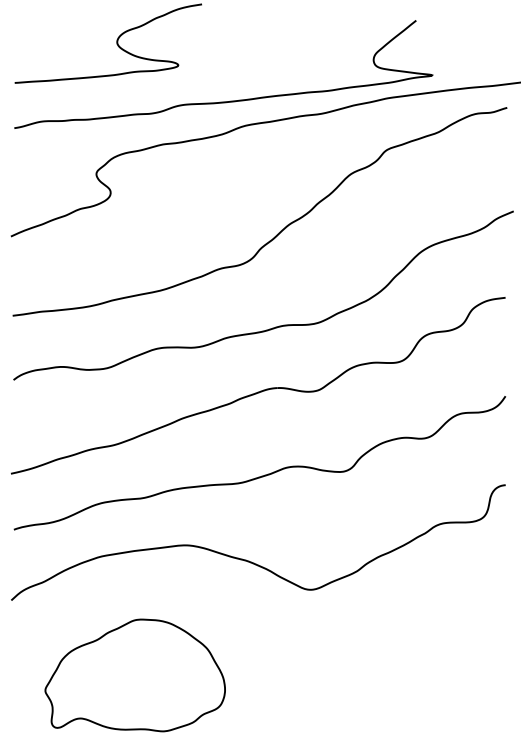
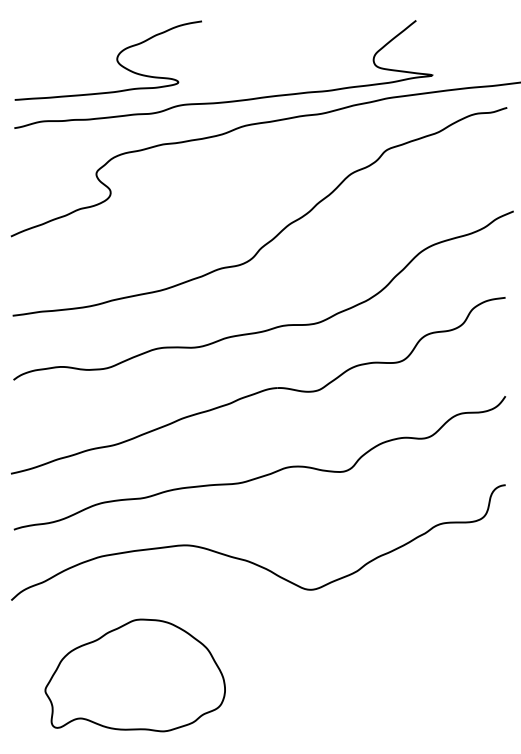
curve at (116, 43) position: (116, 43) -> (116, 60)
